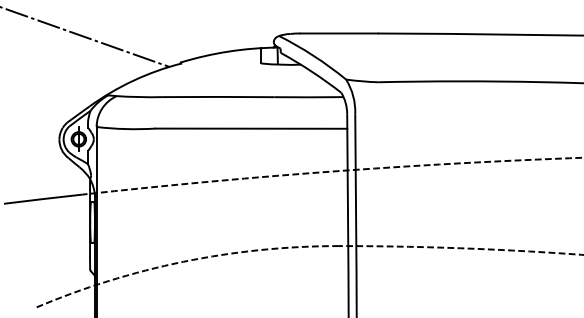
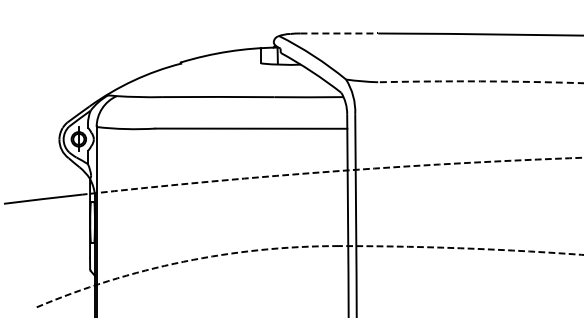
line at (339, 33): solid -> dashed
line at (85, 36): present -> none
arc at (481, 81): solid -> dashed
